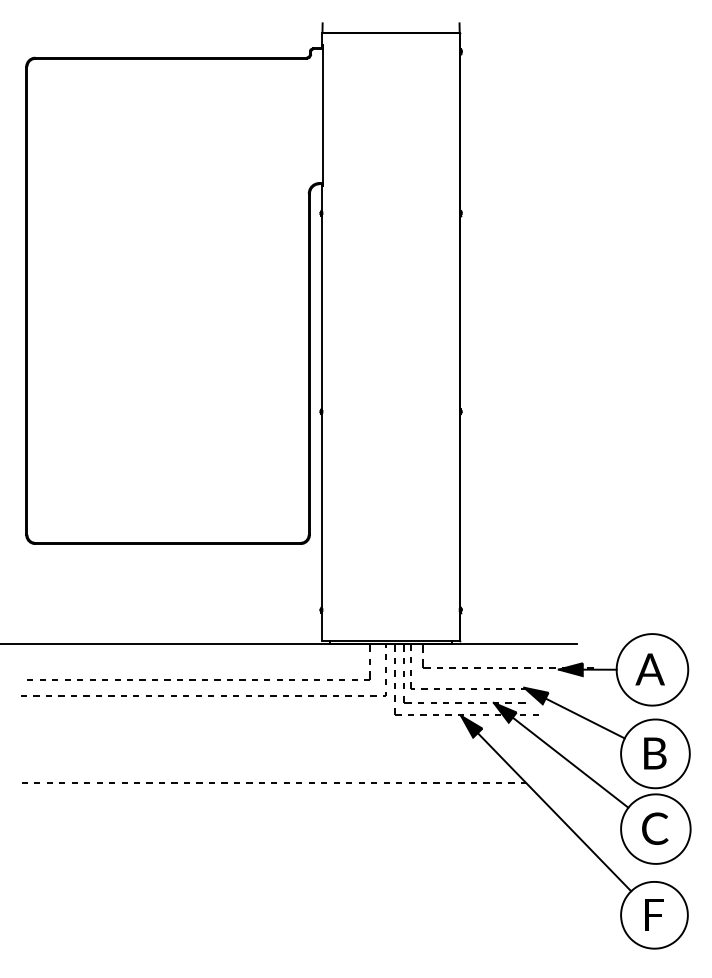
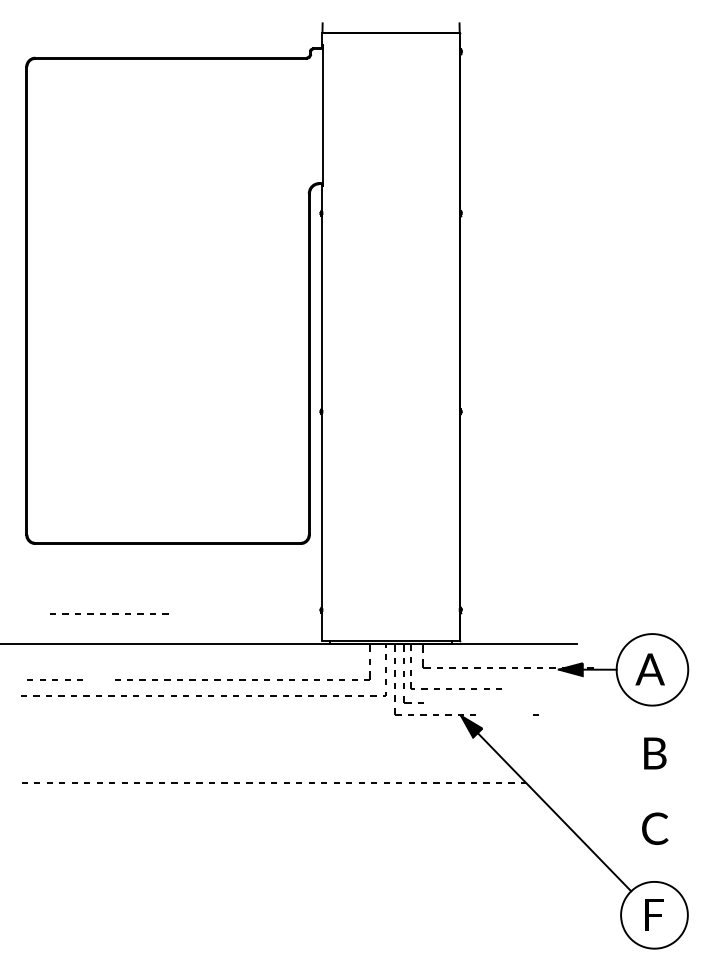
part at (108, 613): none -> present
line at (95, 679): present -> none
part at (569, 763): present -> none
